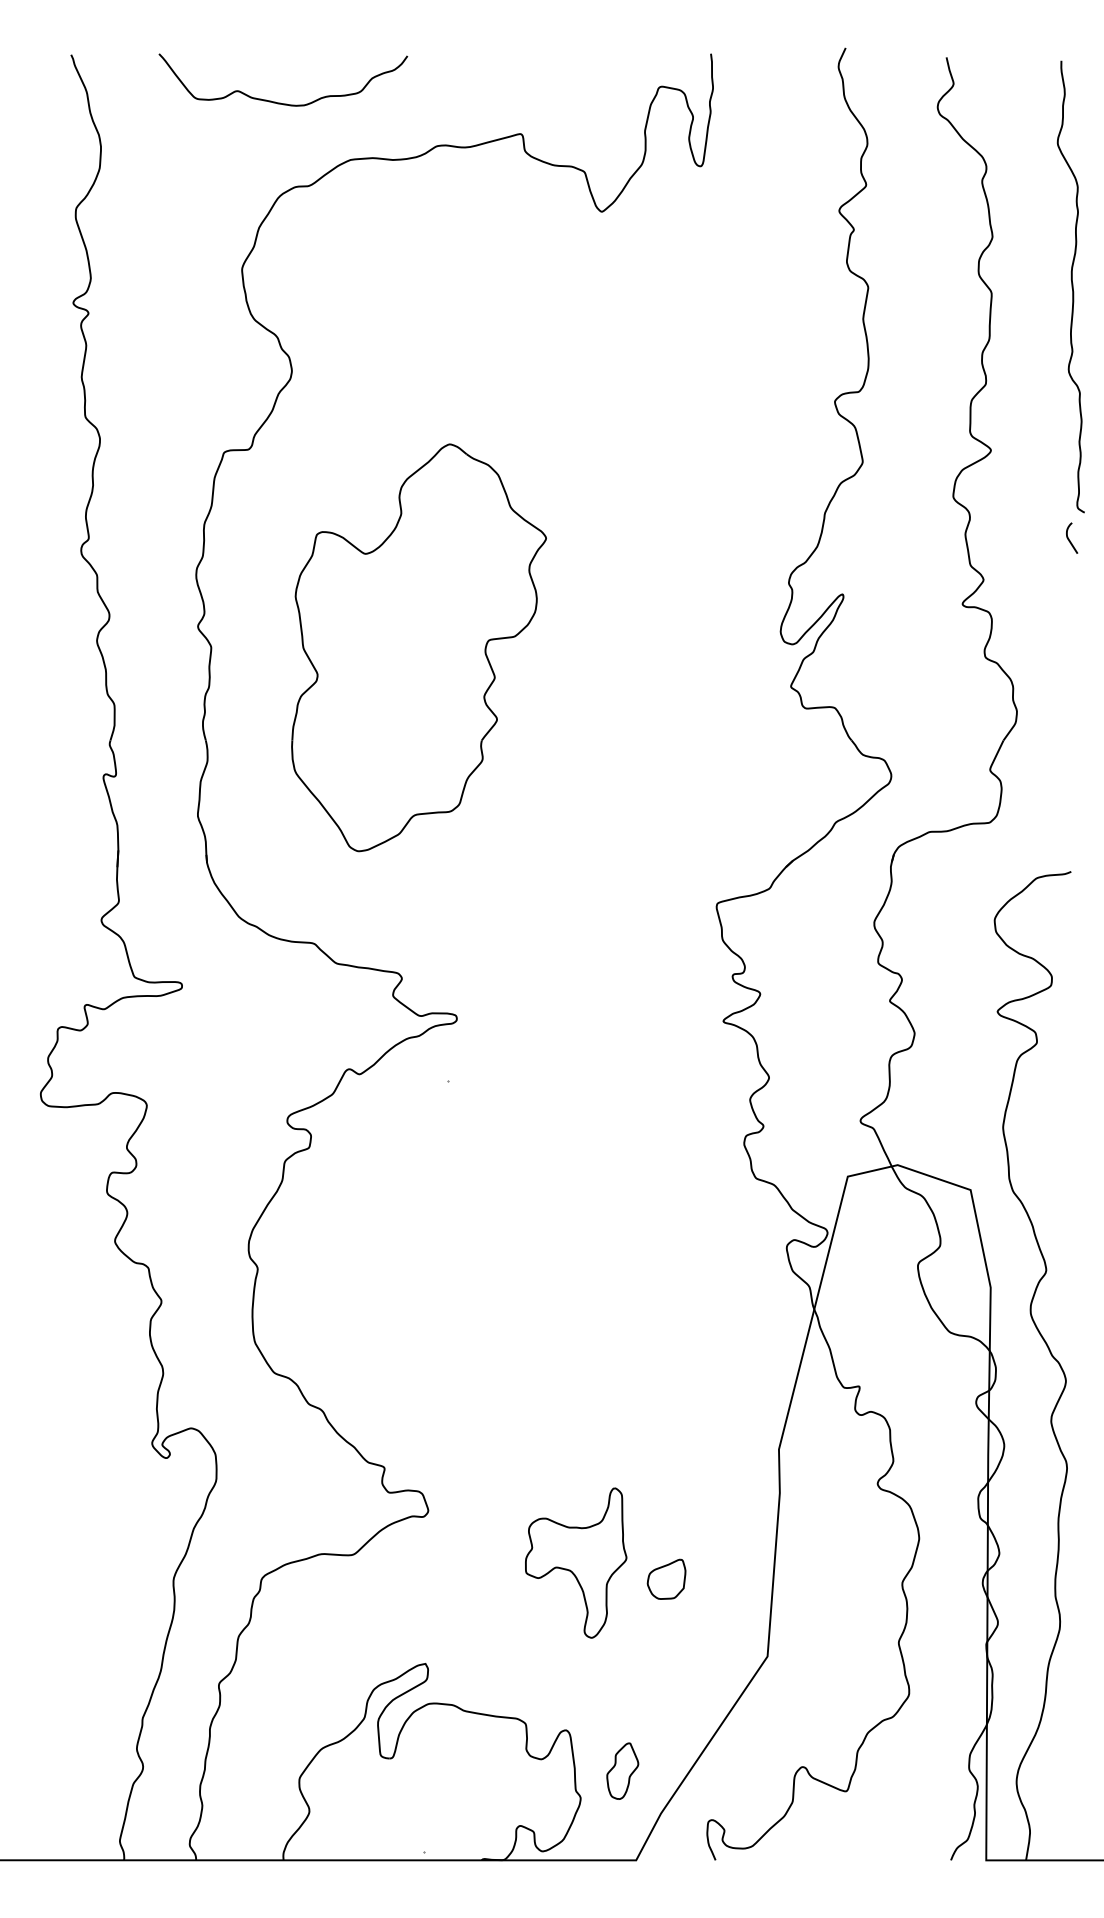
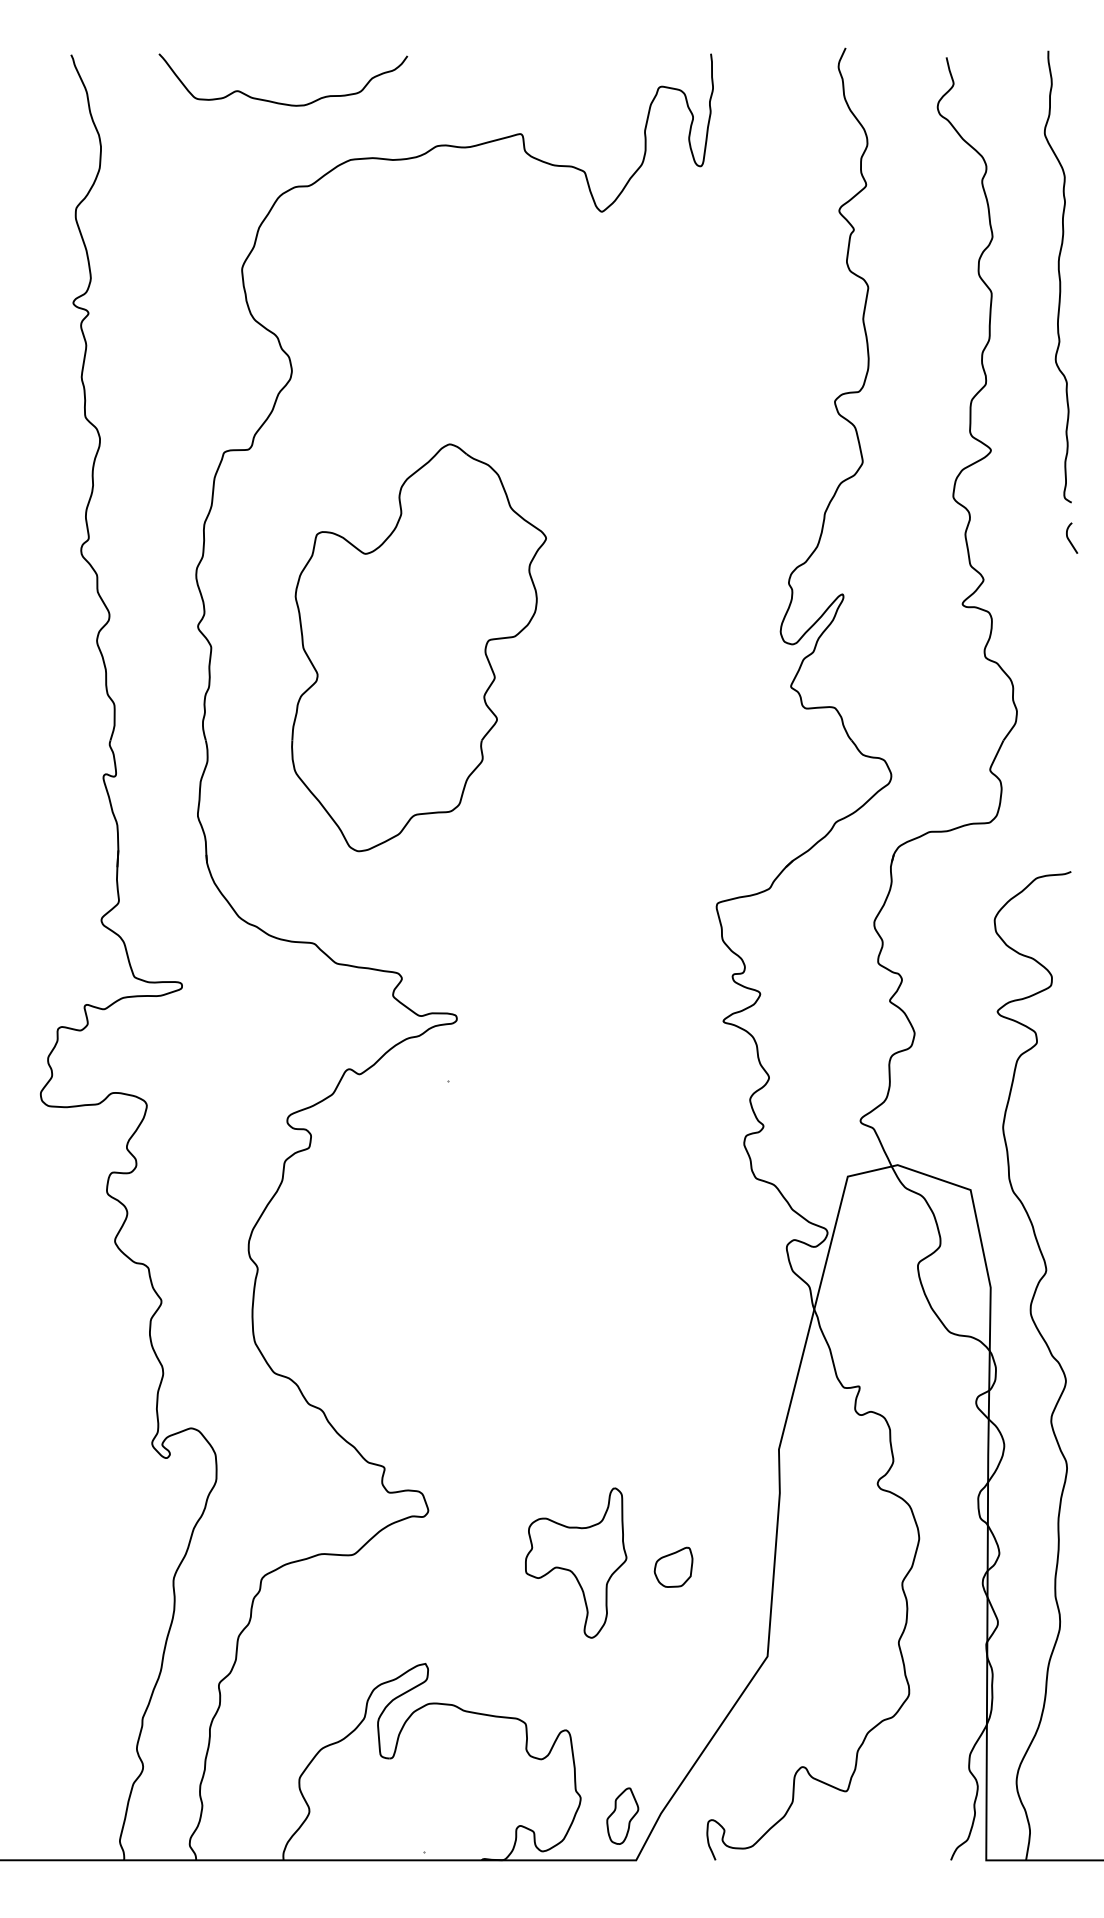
curve at (1071, 286) position: (1071, 286) -> (1058, 276)
part at (666, 1578) position: (666, 1578) -> (673, 1566)
part at (622, 1770) position: (622, 1770) -> (622, 1815)
